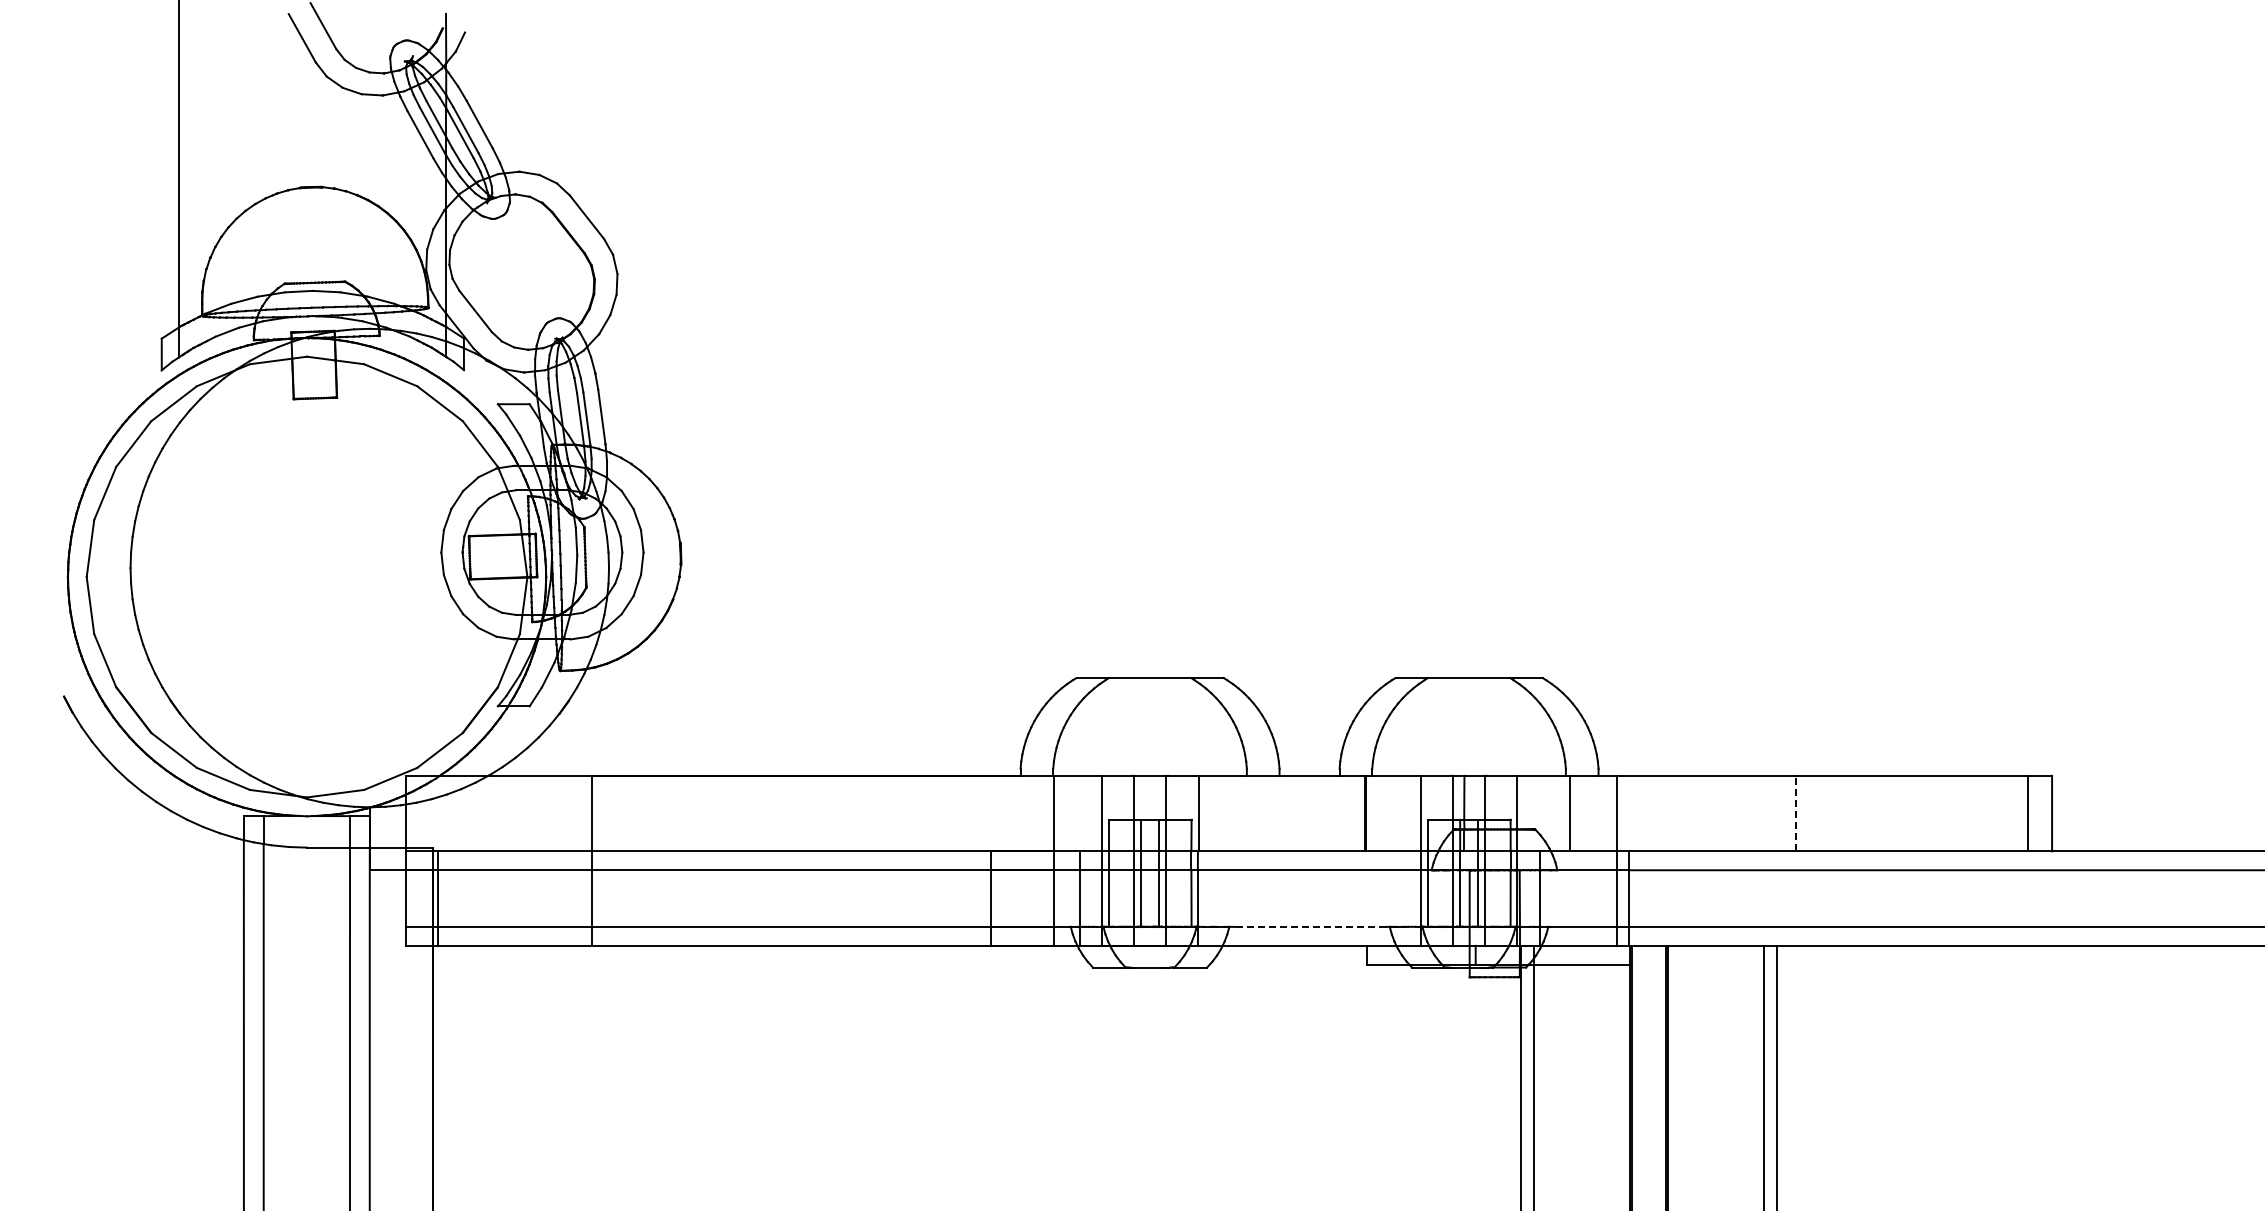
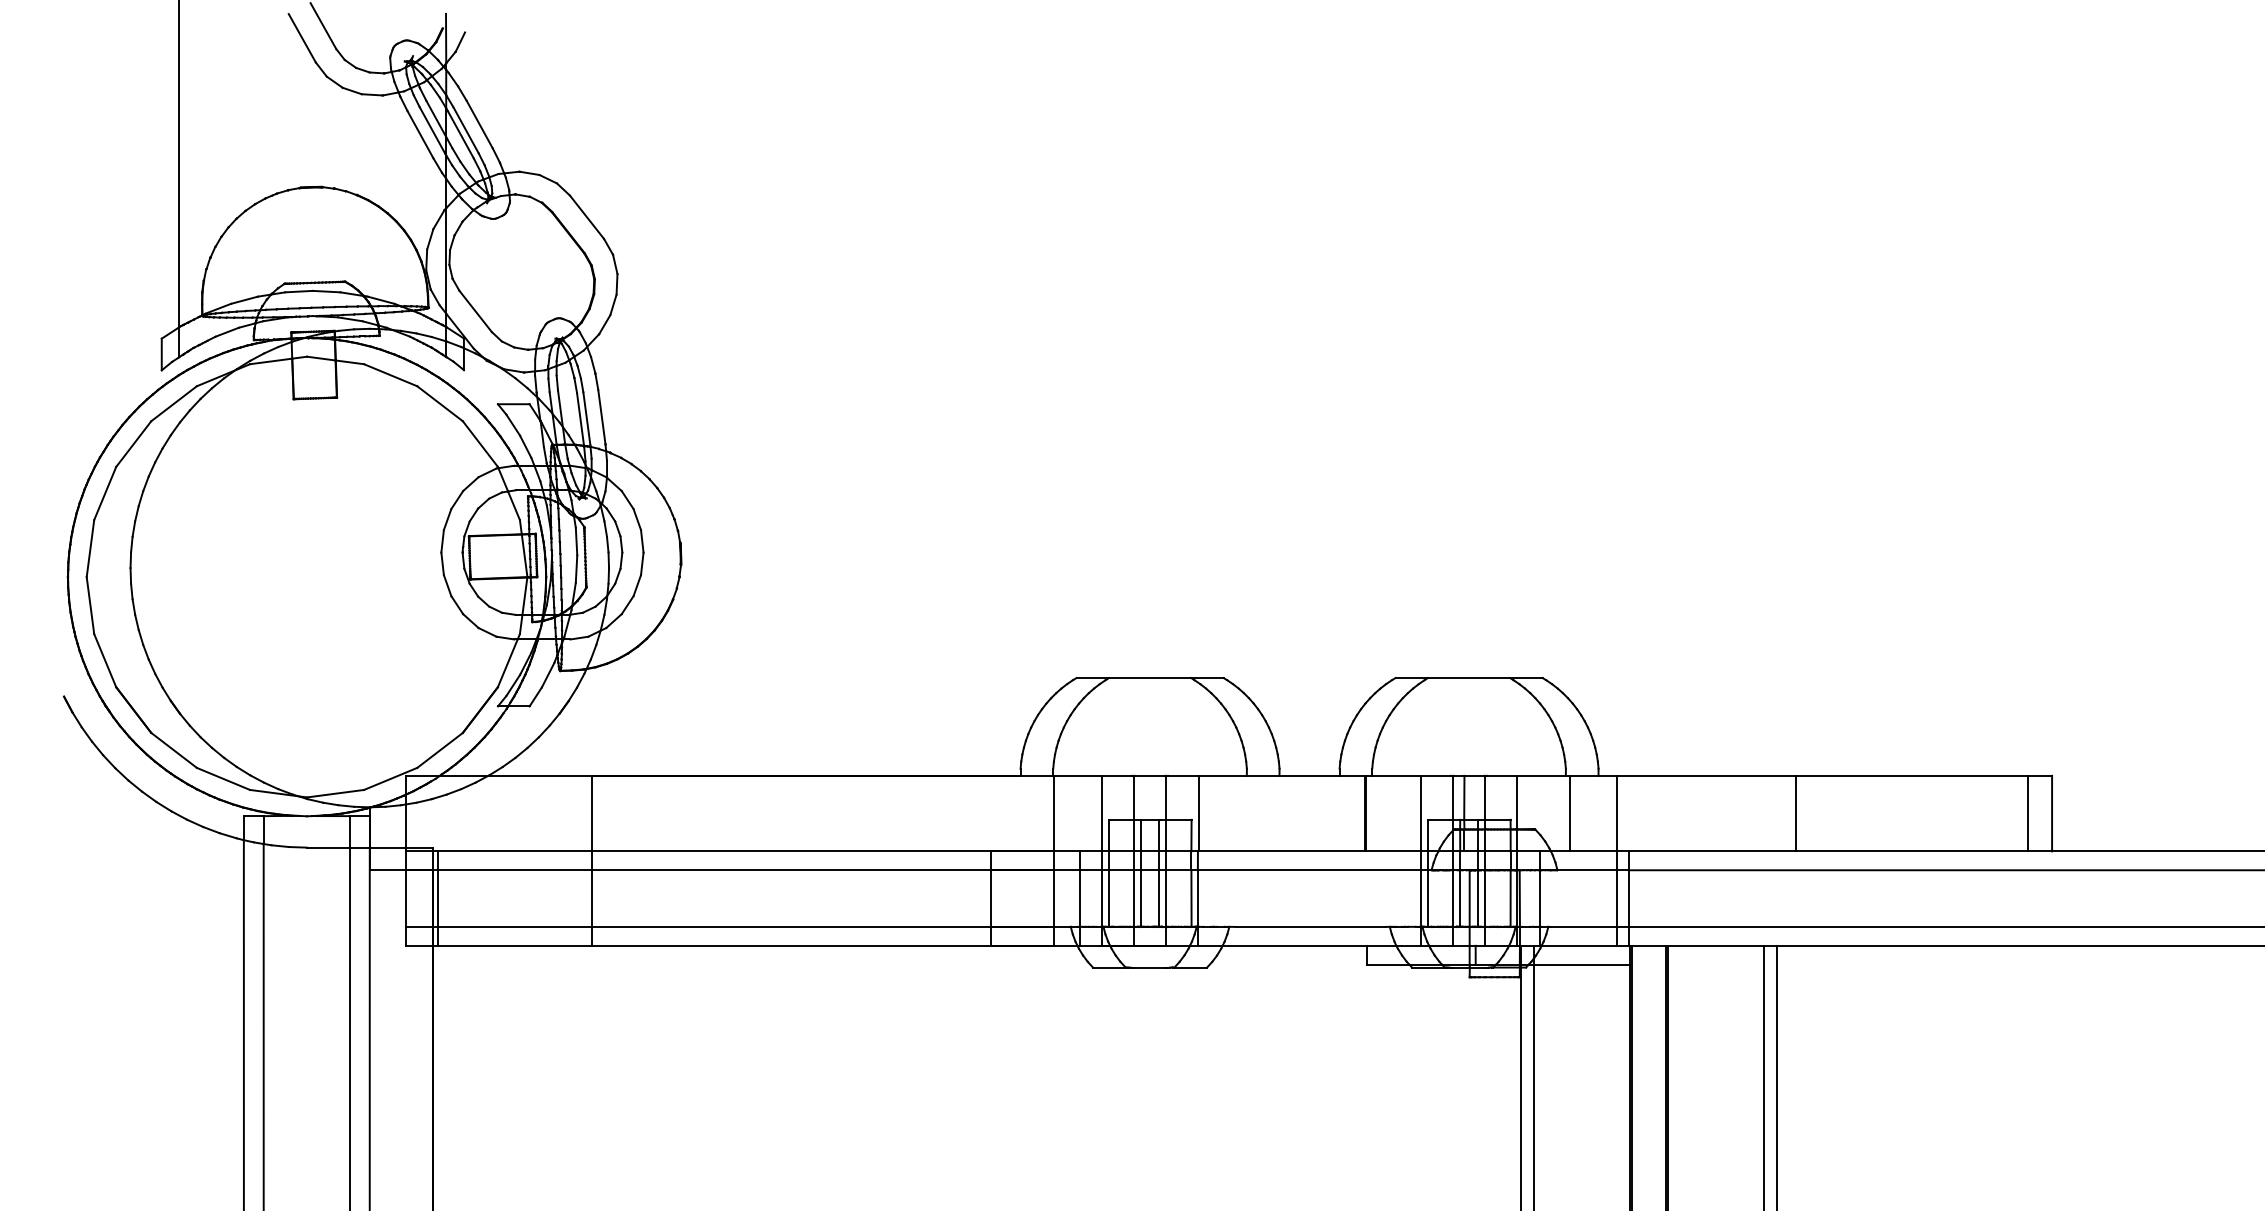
line at (1795, 813): dashed -> solid
line at (1310, 926): dashed -> solid
